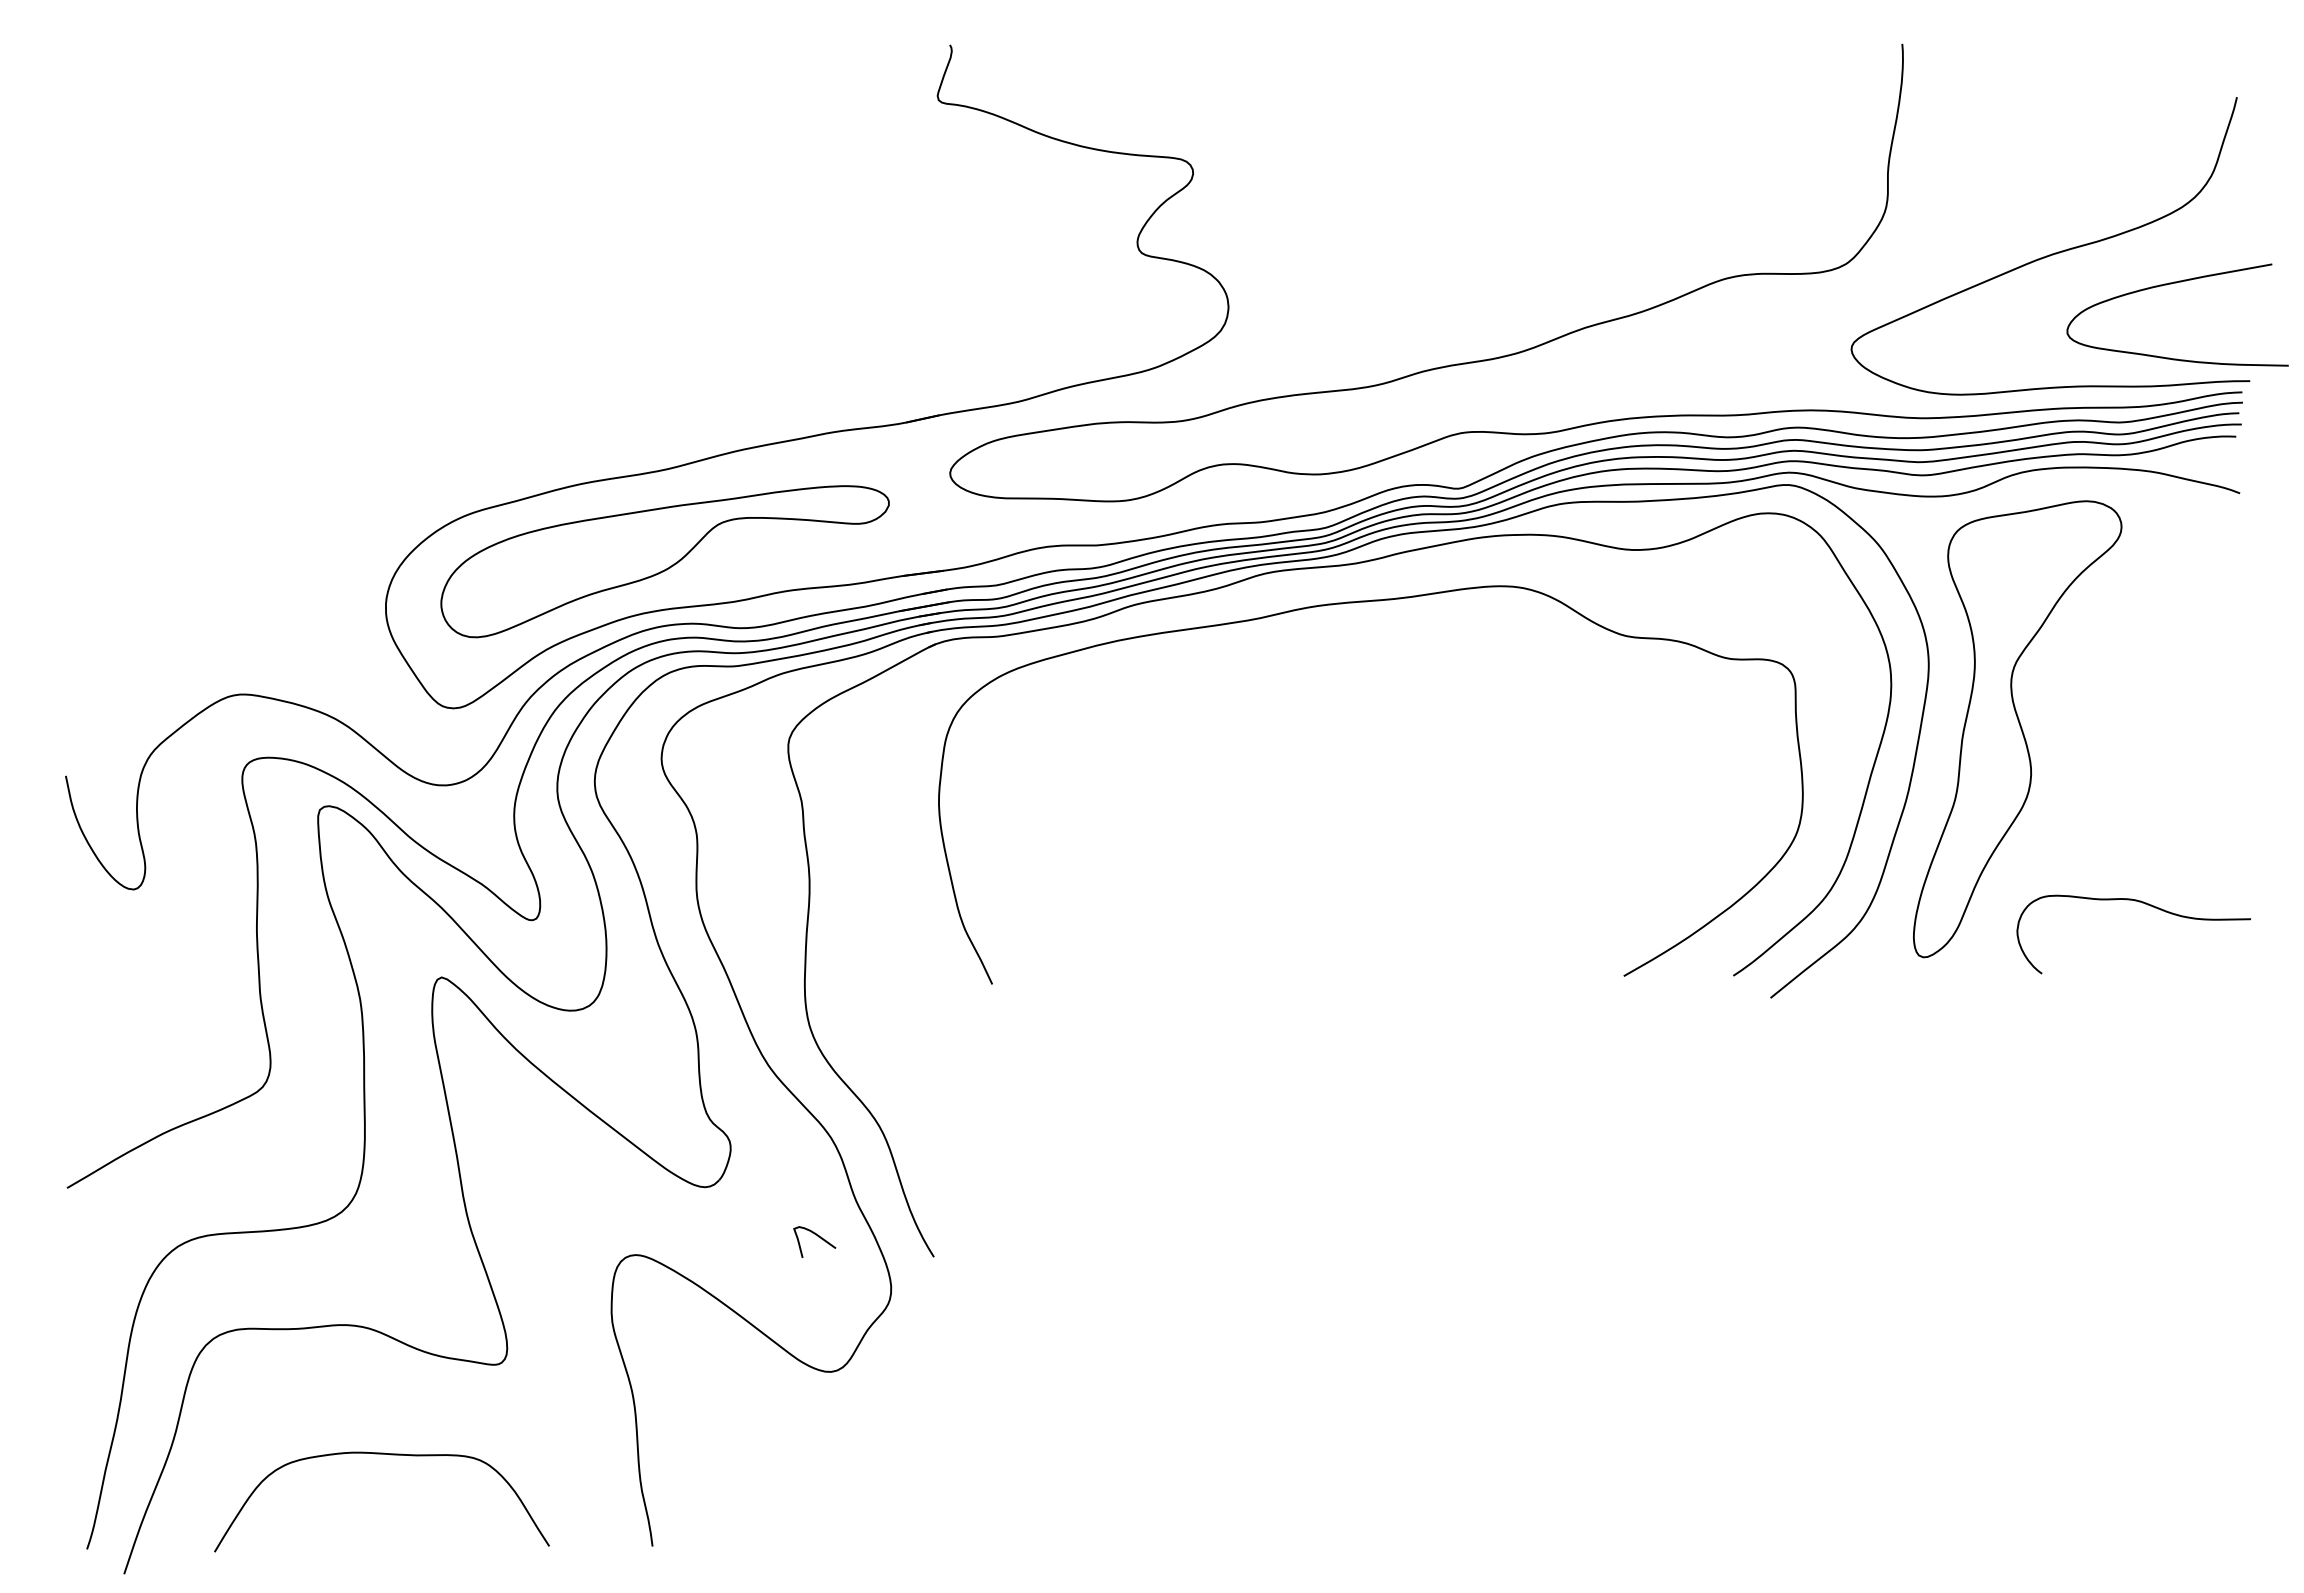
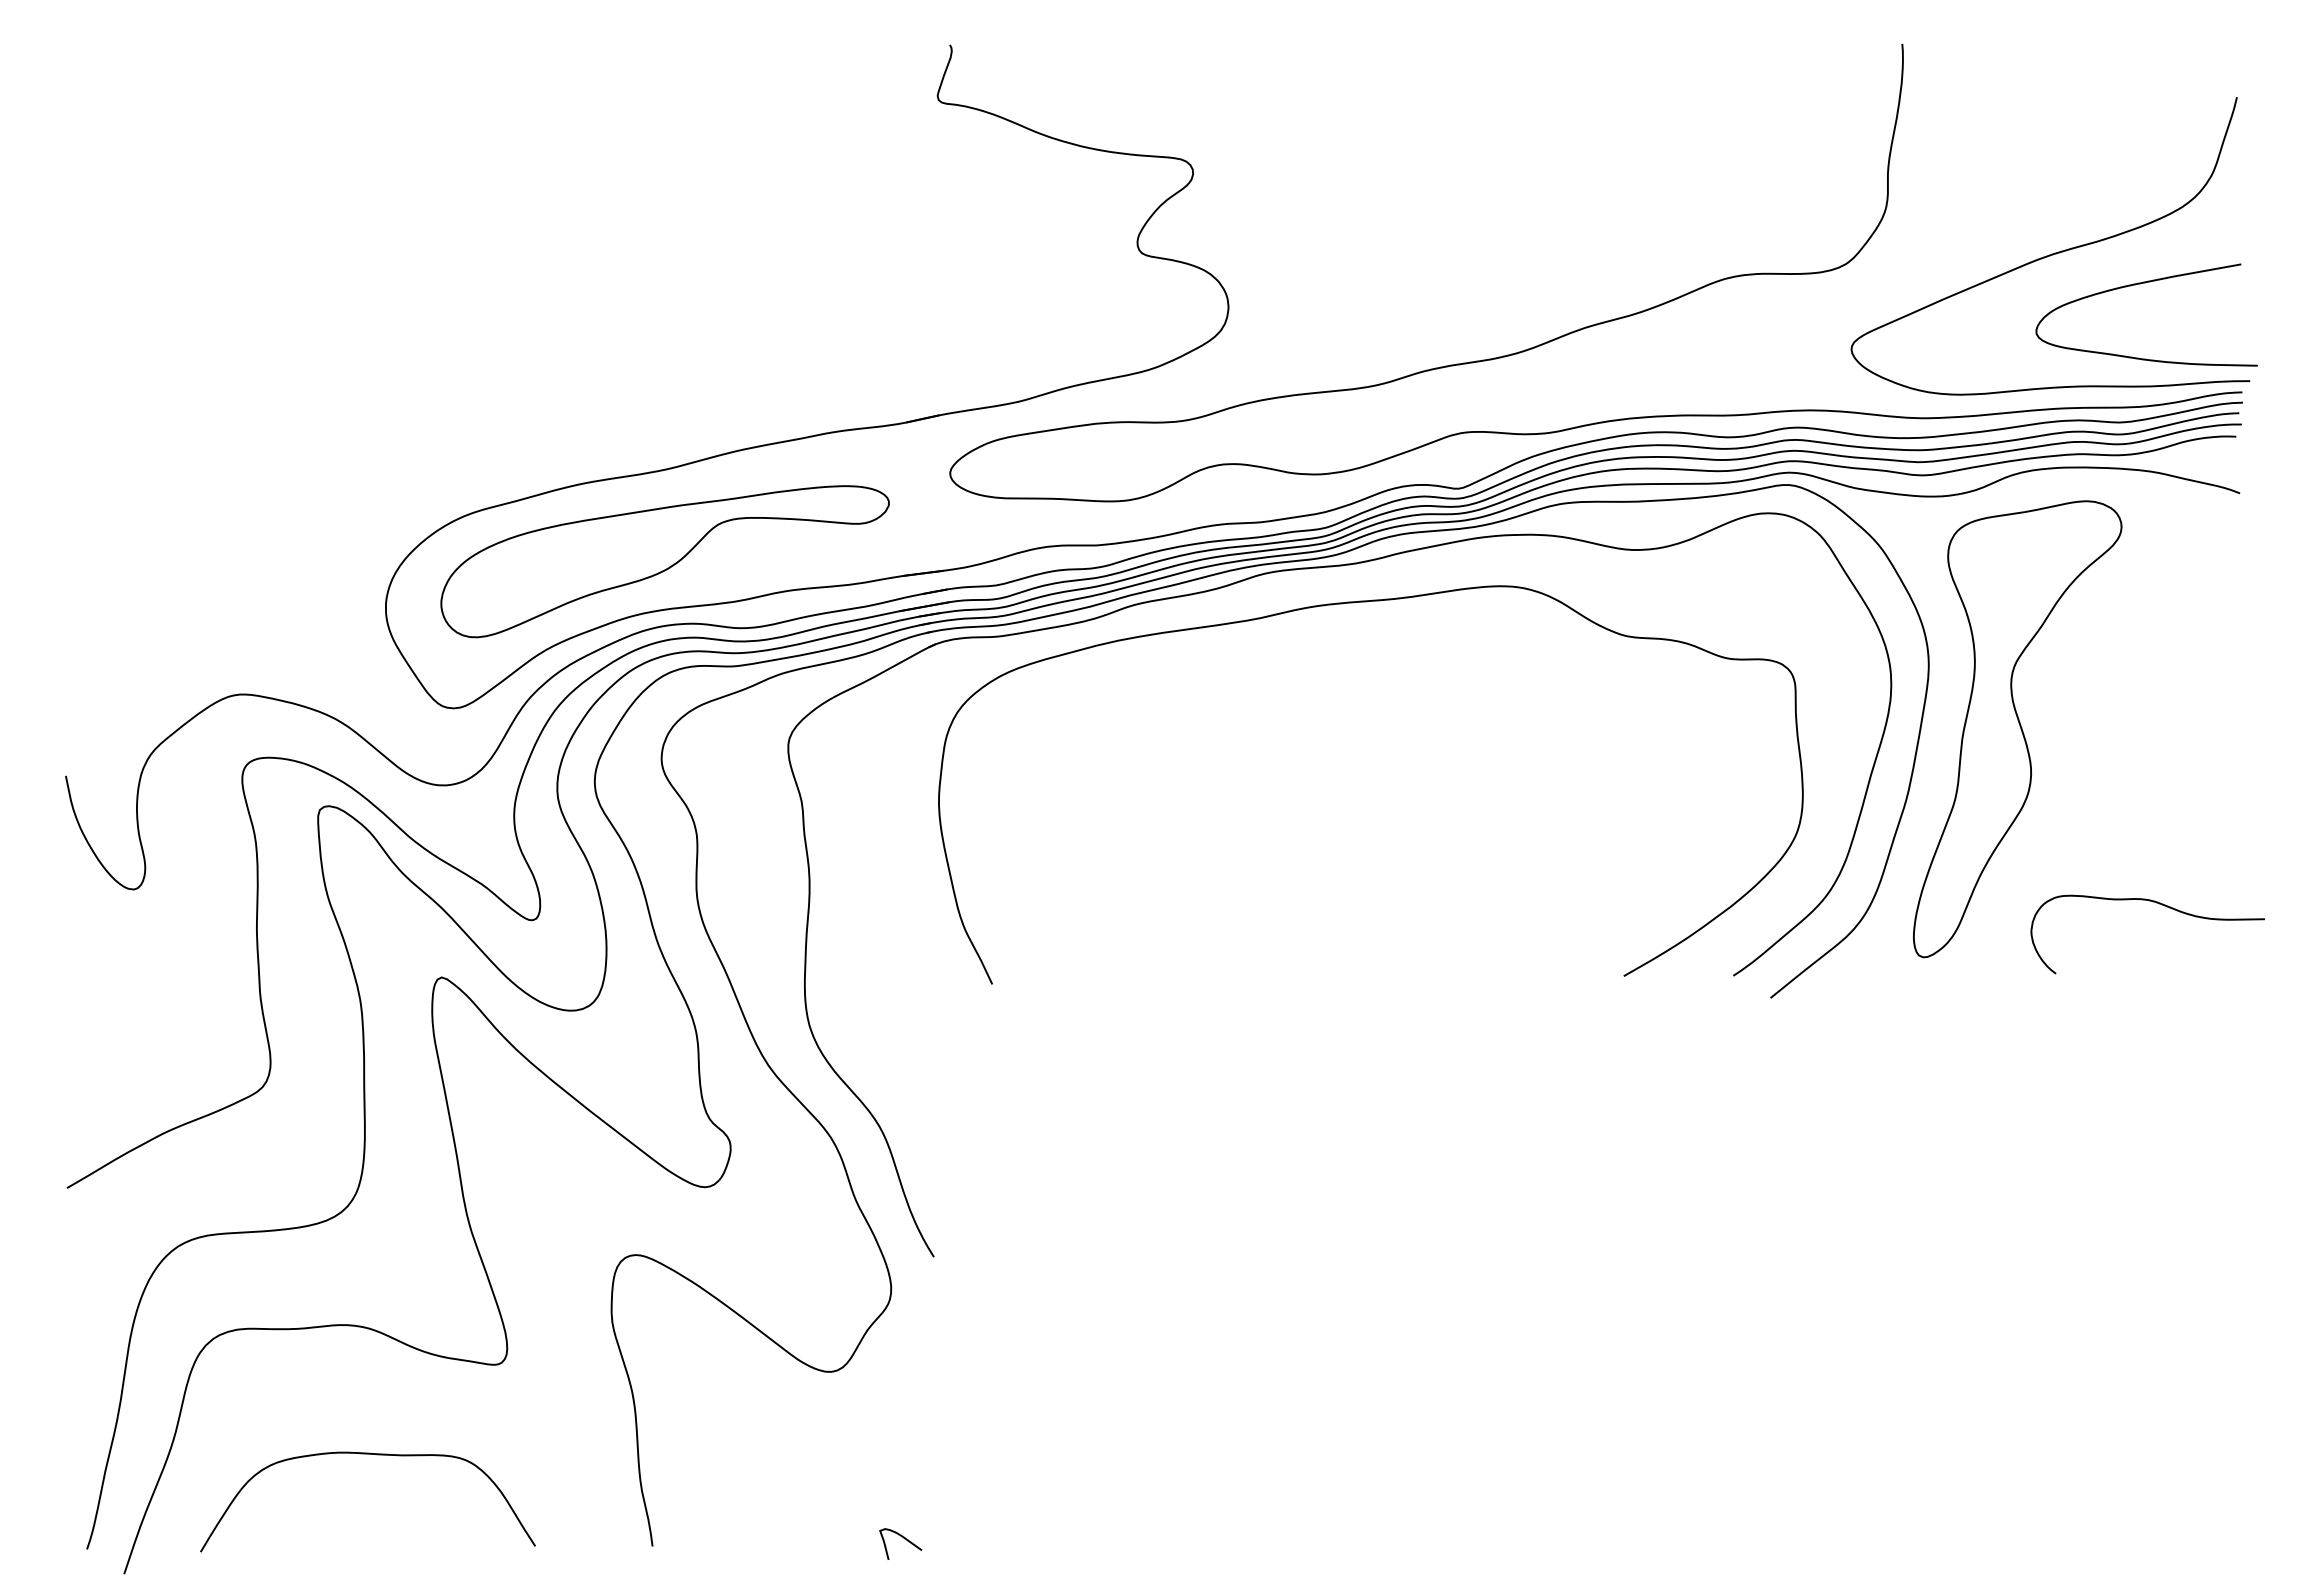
curve at (2171, 284) position: (2171, 284) -> (2140, 284)
curve at (2147, 905) position: (2147, 905) -> (2161, 905)
curve at (818, 1237) position: (818, 1237) -> (904, 1539)
curve at (390, 1455) position: (390, 1455) -> (376, 1455)
